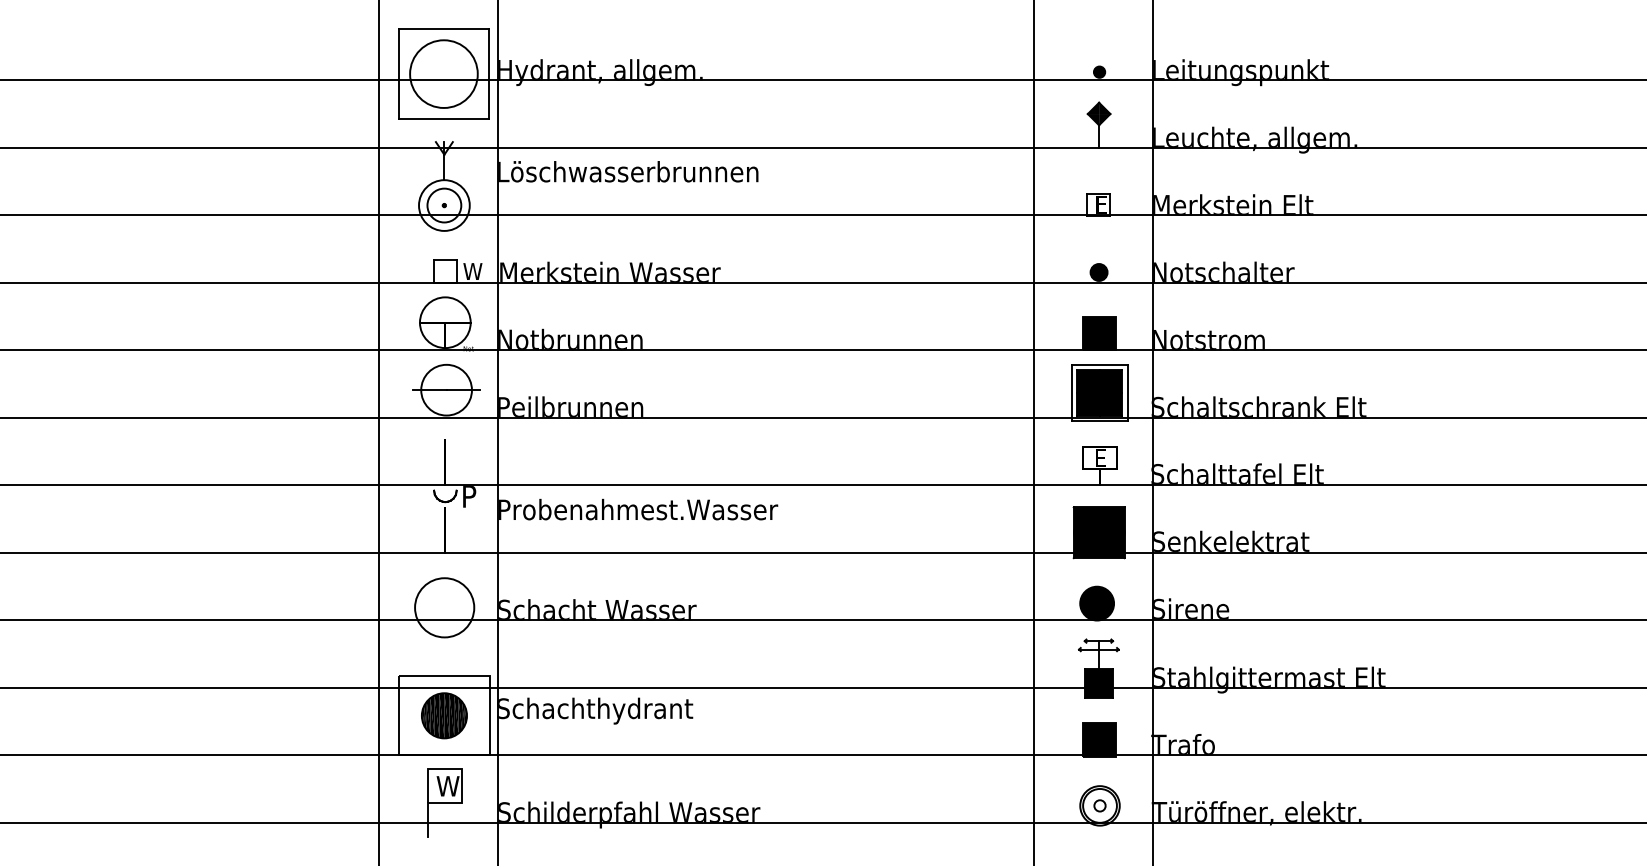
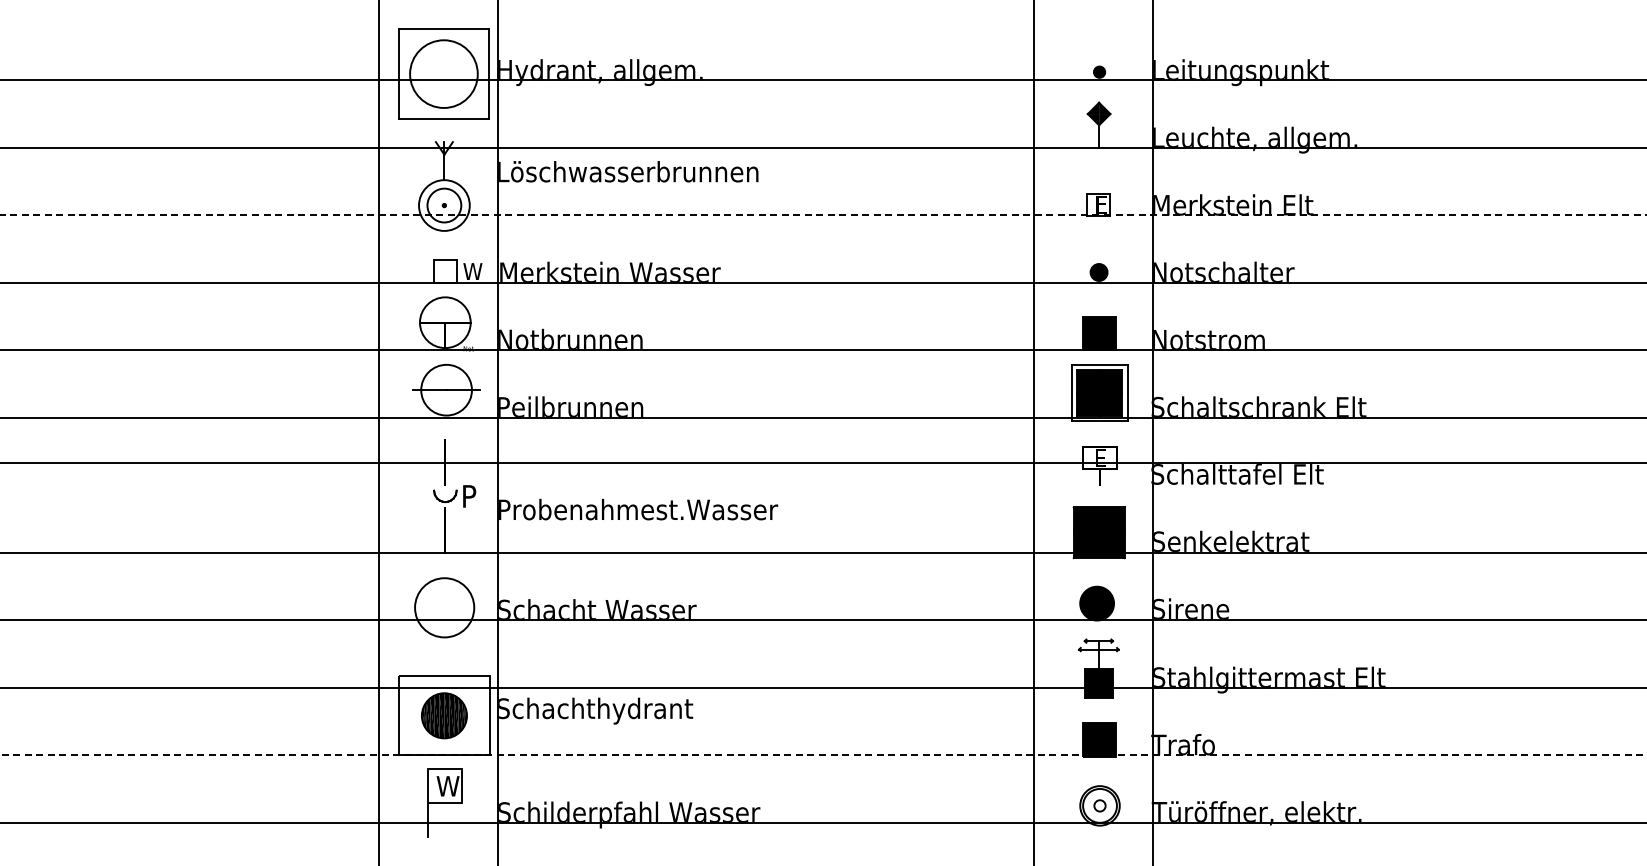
line at (823, 215): solid -> dashed
line at (822, 485) position: (822, 485) -> (822, 463)
line at (823, 755): solid -> dashed
